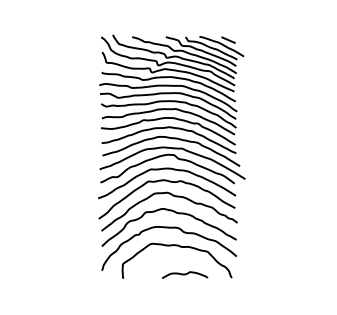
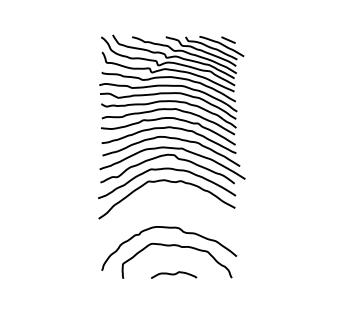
part at (169, 211): present -> none
curve at (185, 274) position: (185, 274) -> (174, 274)
